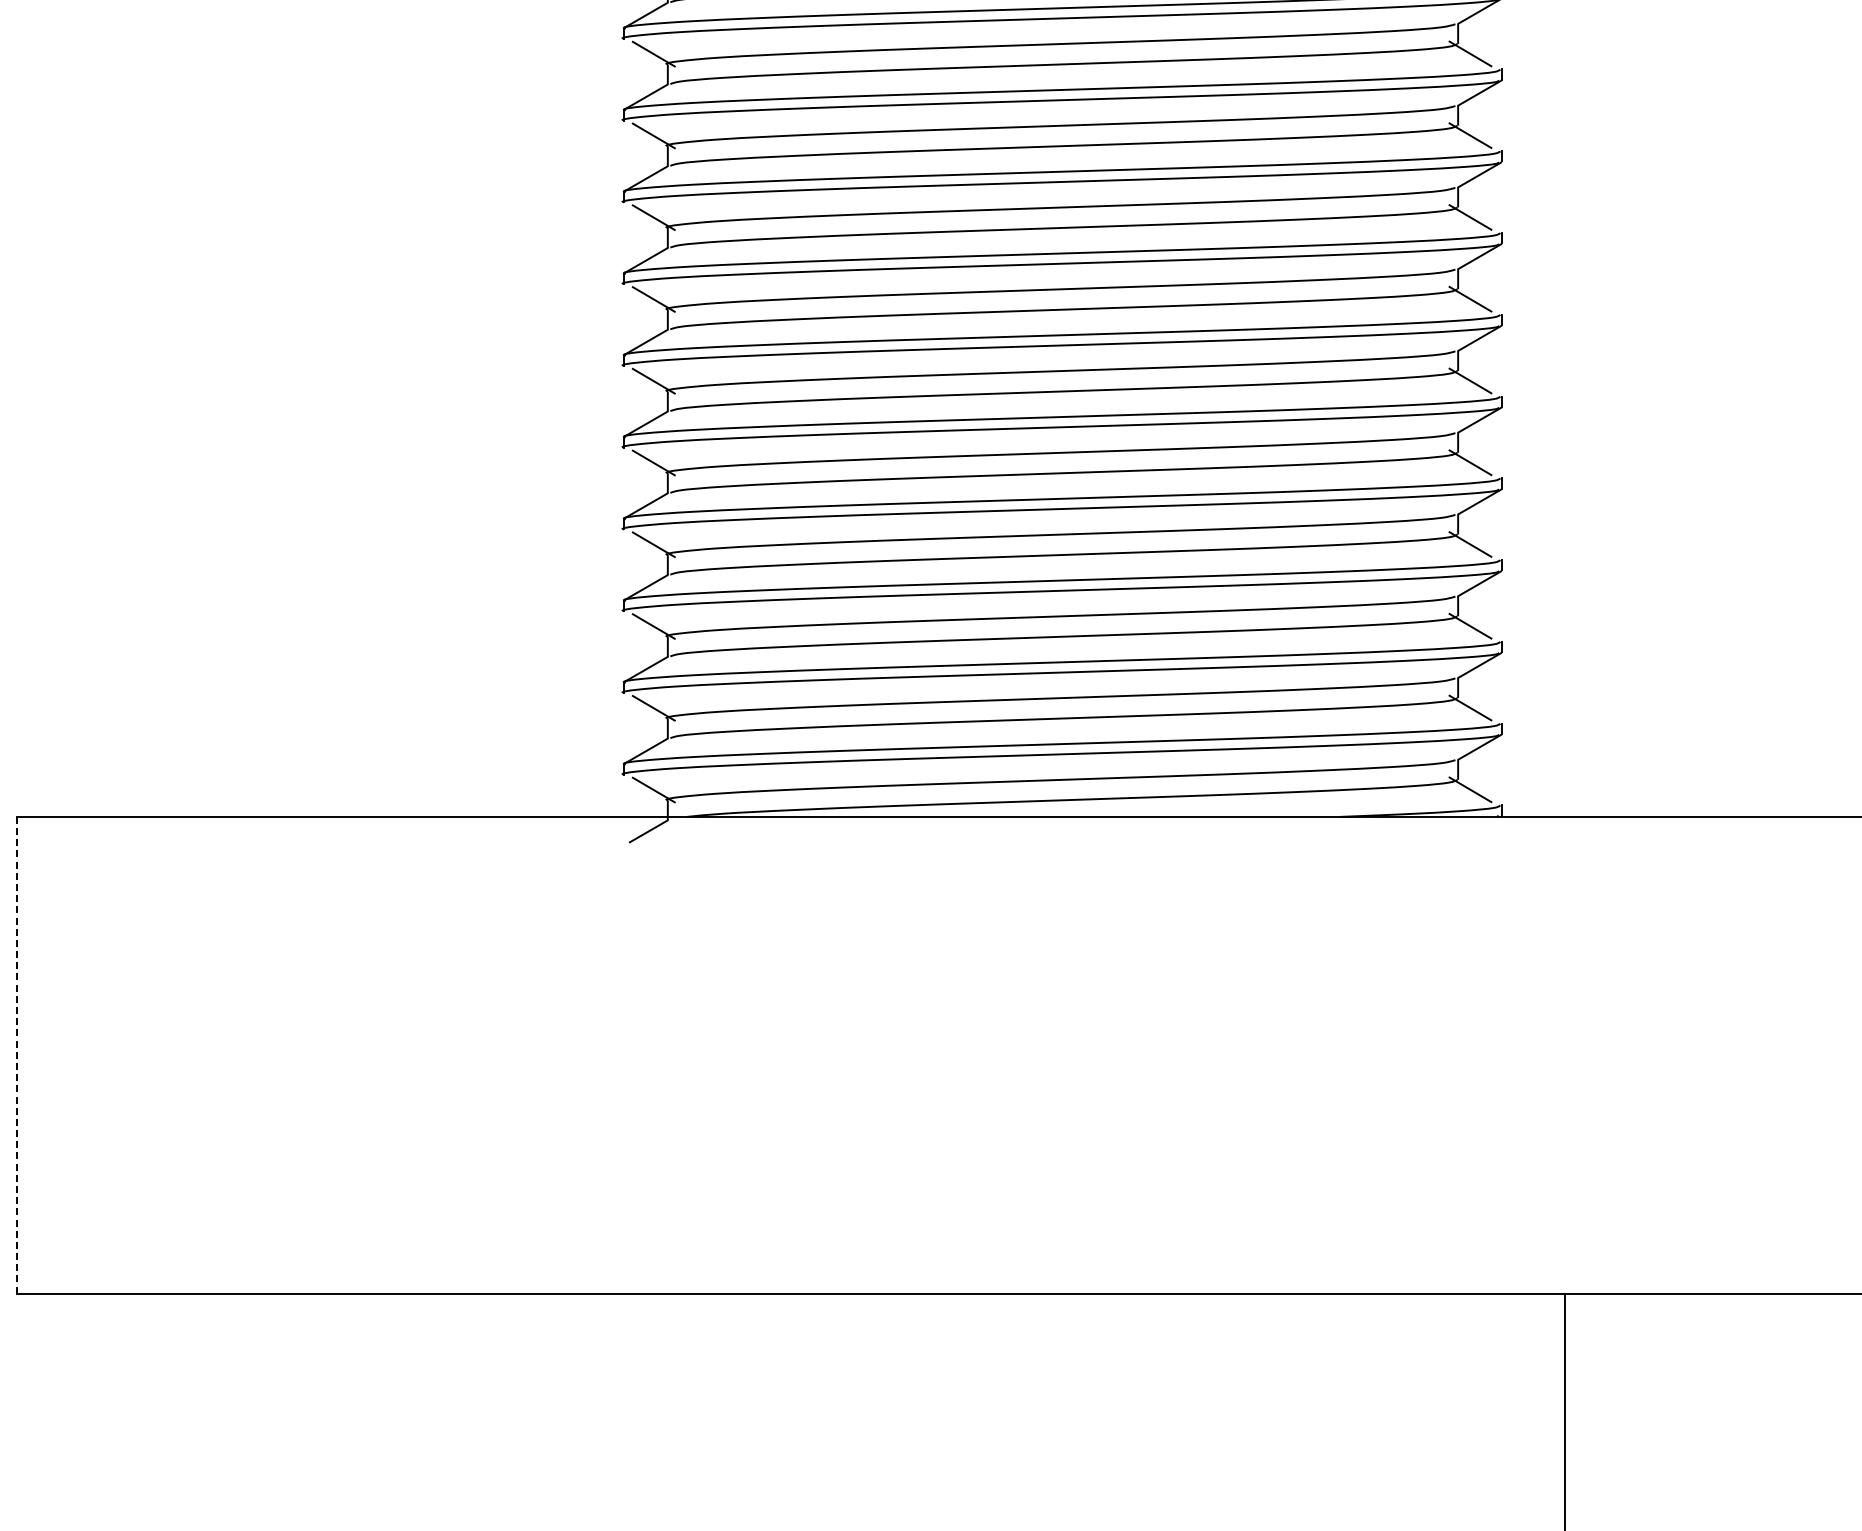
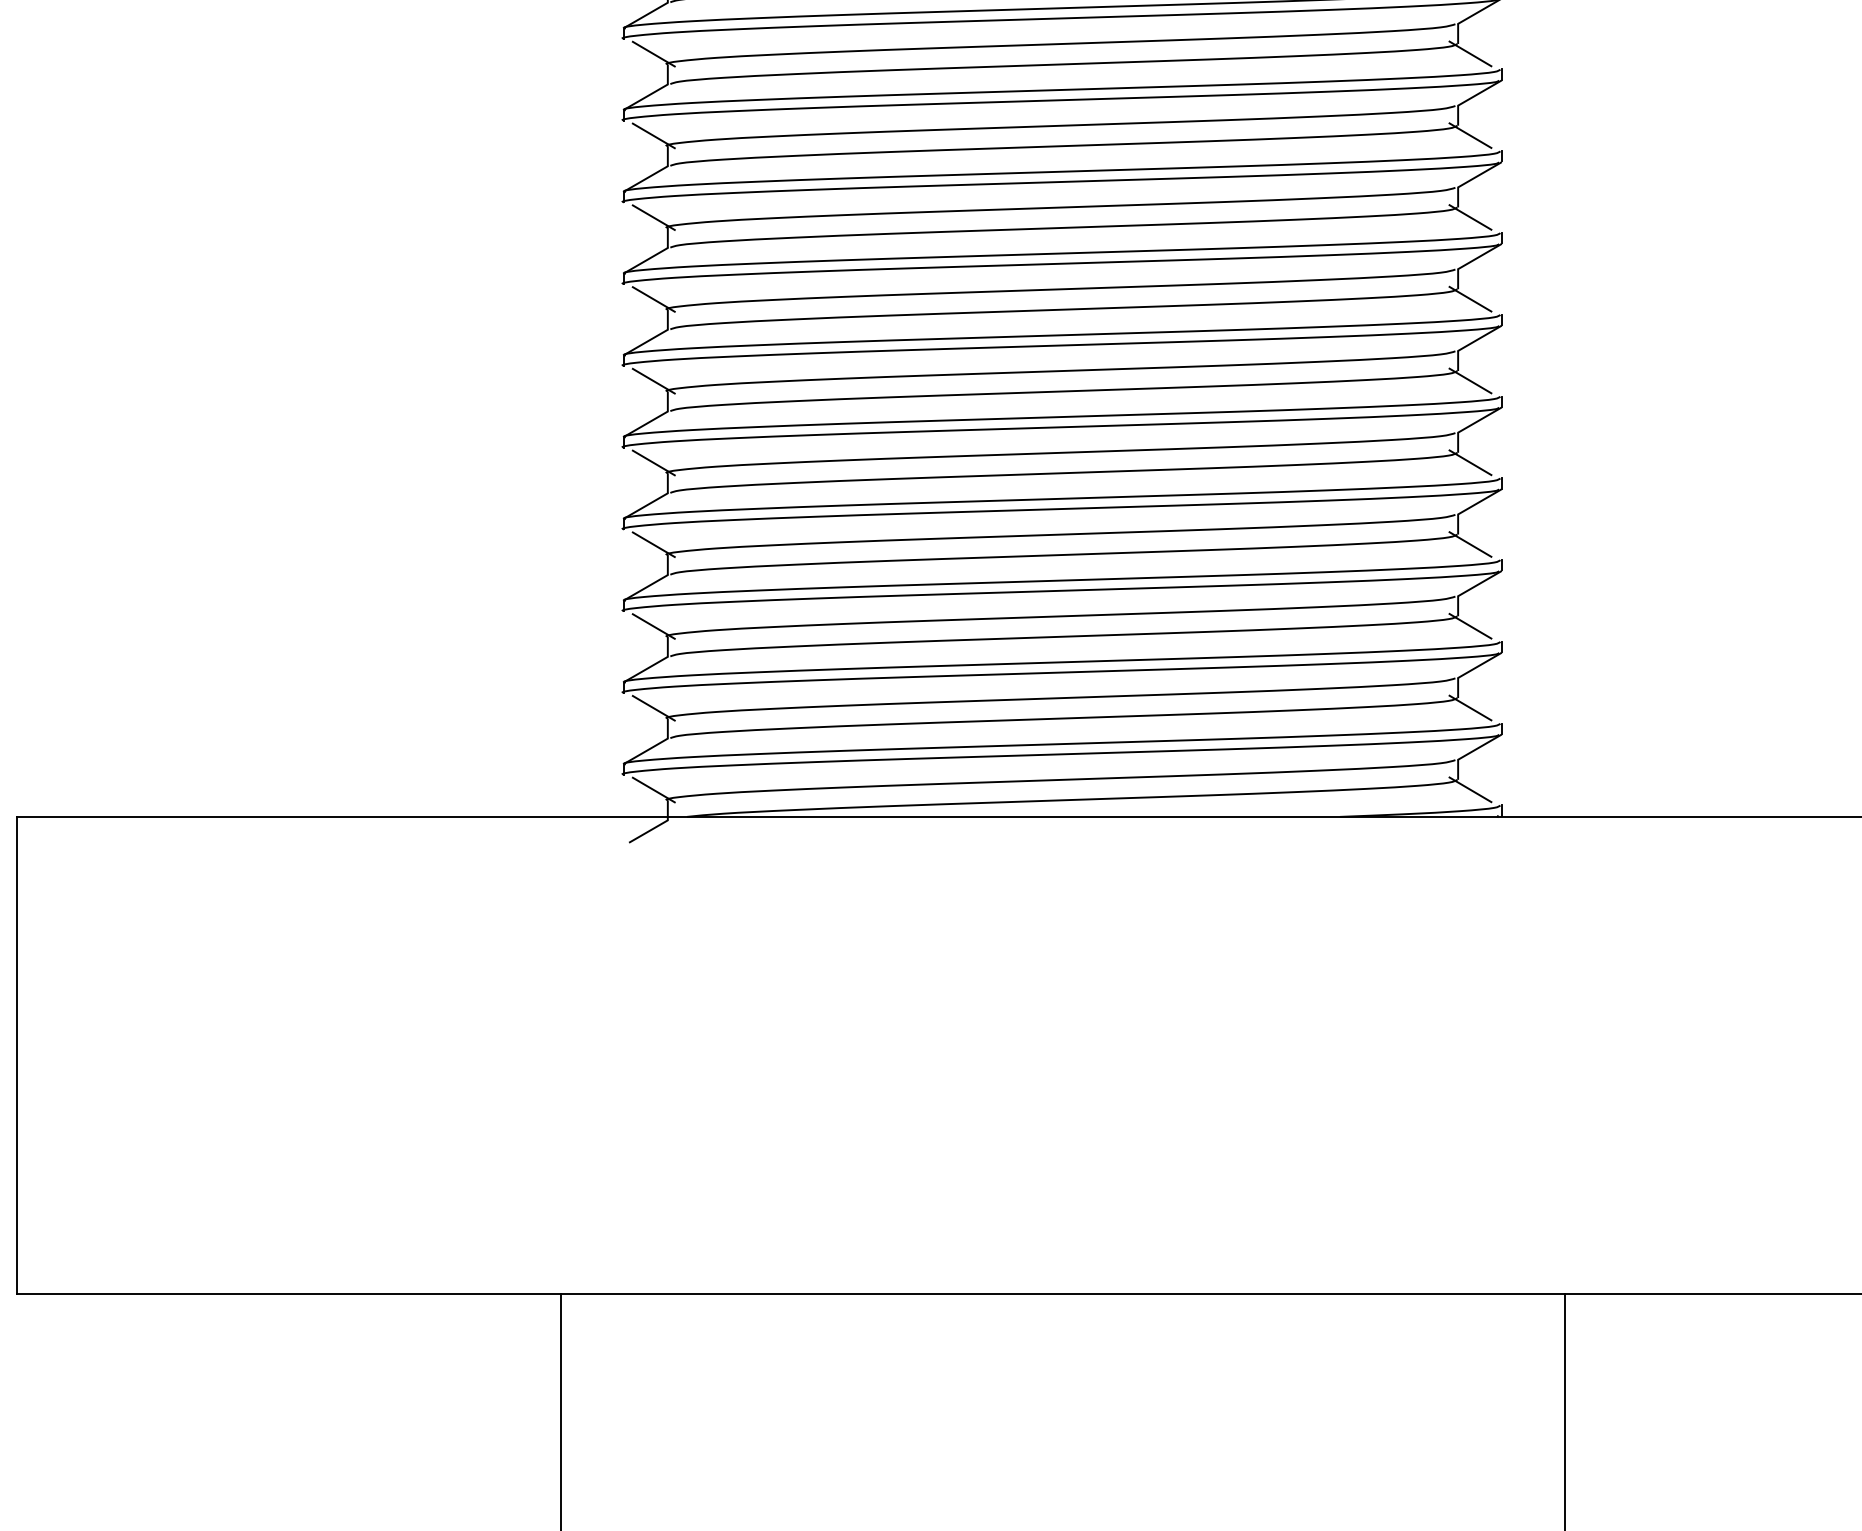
line at (16, 1055): dashed -> solid
line at (560, 1410): none -> present
